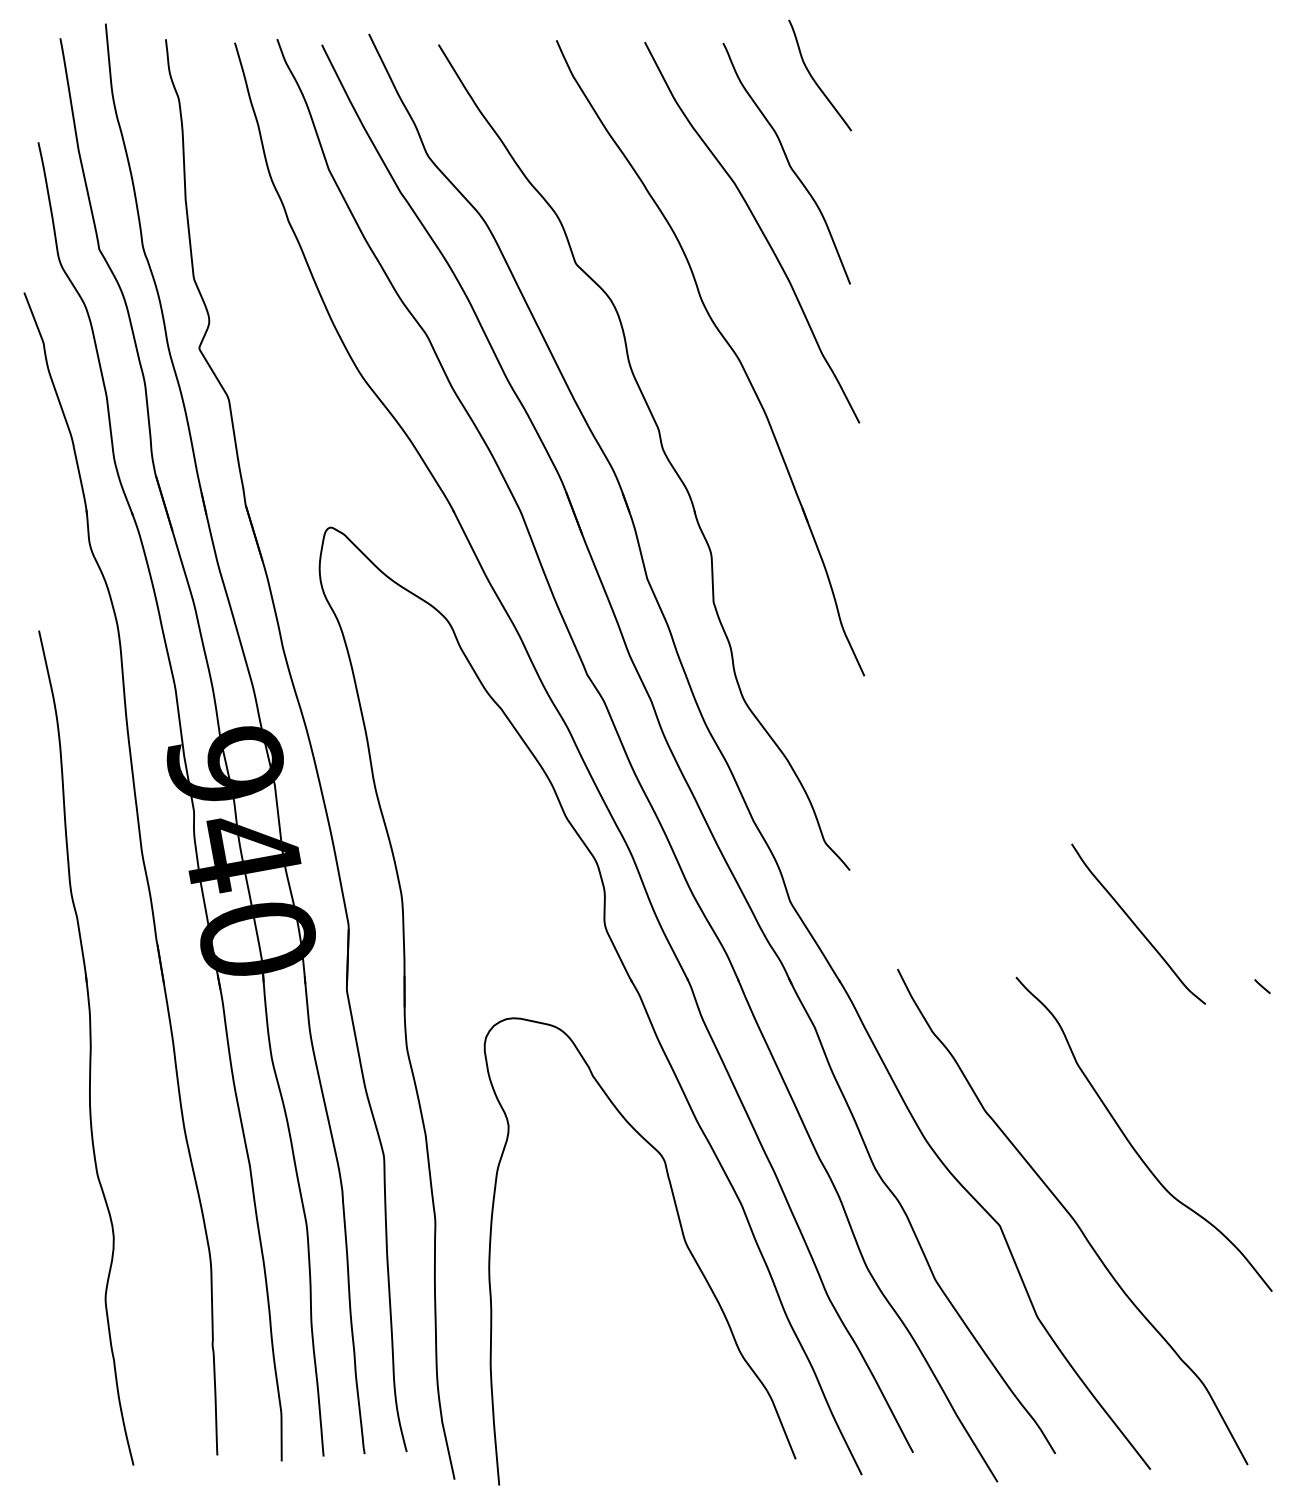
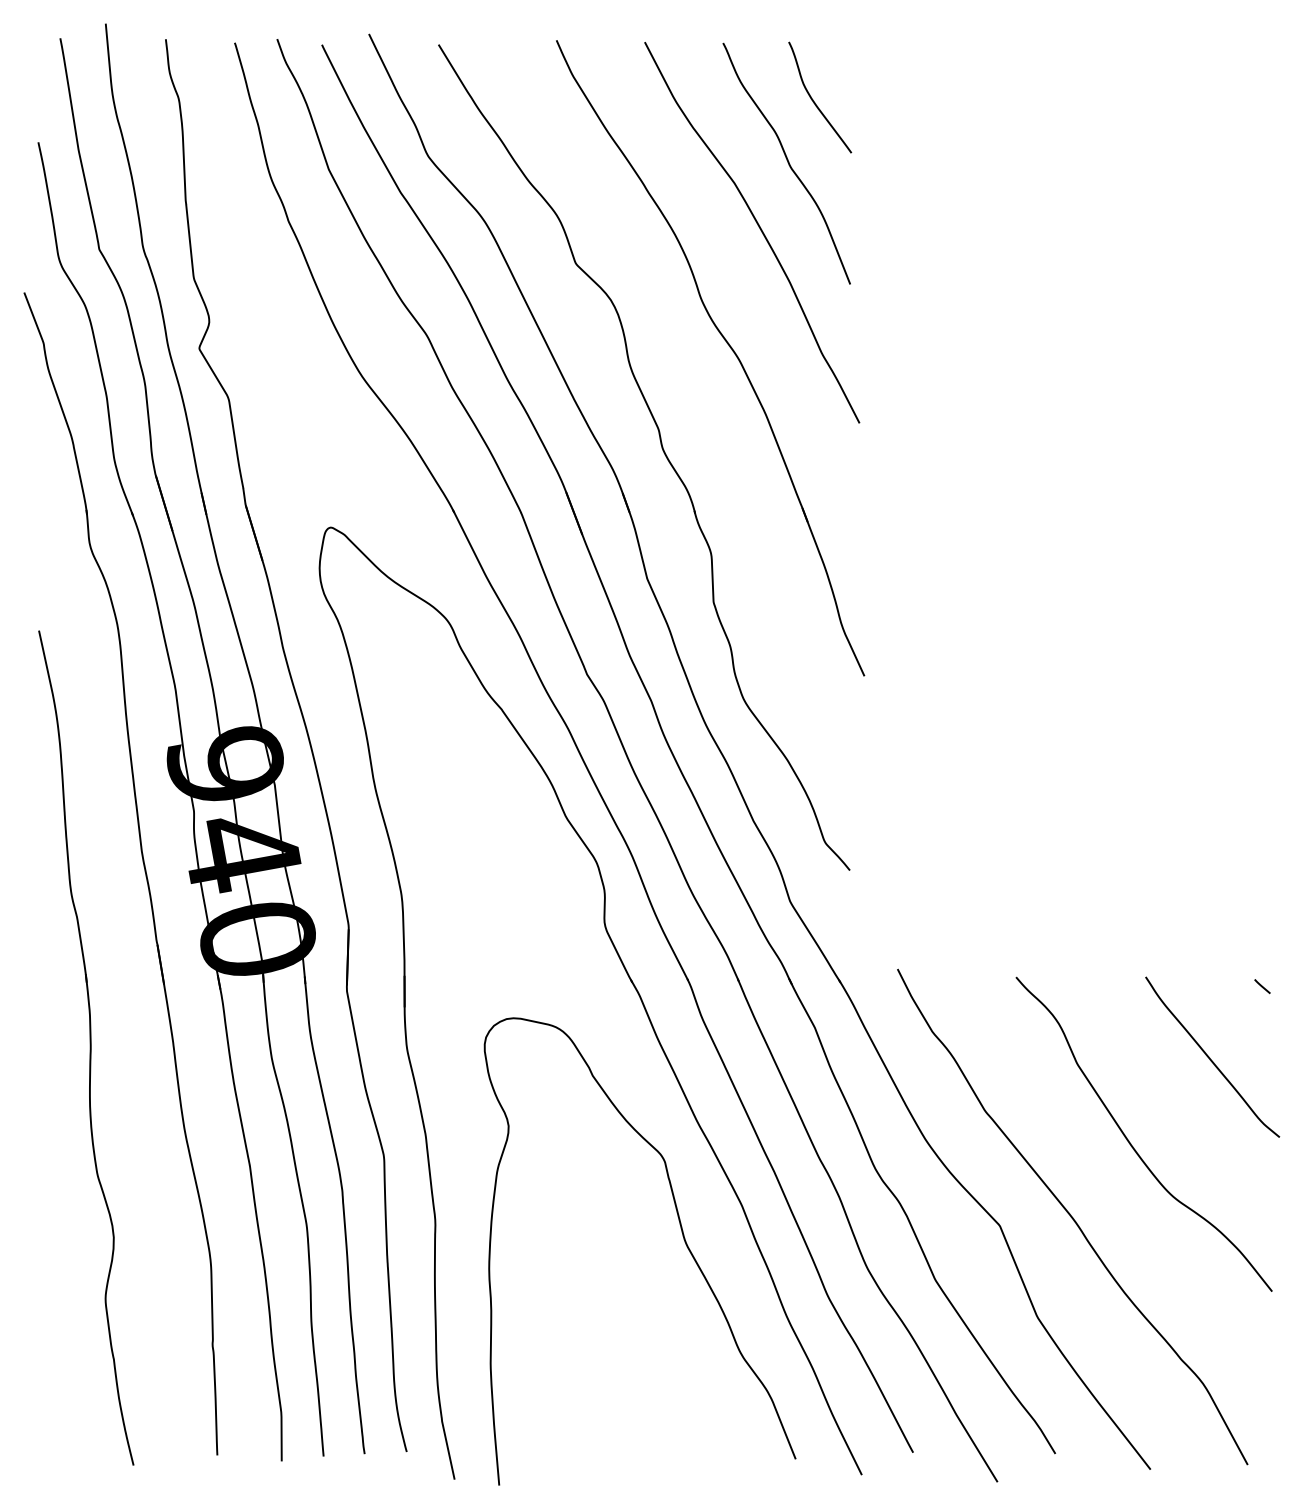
curve at (815, 80) position: (815, 80) -> (815, 102)
curve at (1136, 925) position: (1136, 925) -> (1210, 1058)
